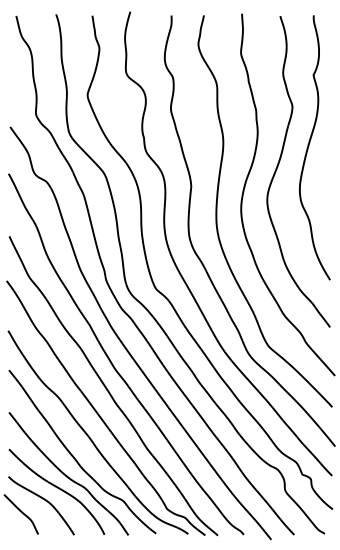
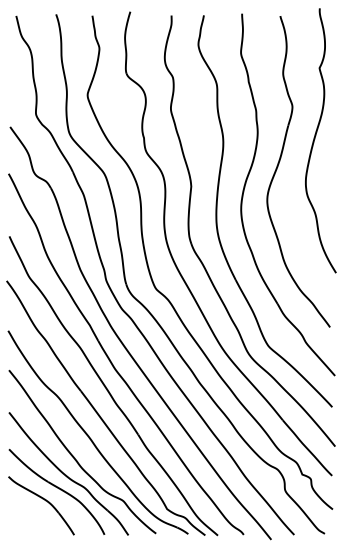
curve at (309, 146) position: (309, 146) -> (315, 139)
curve at (21, 513): present -> none
